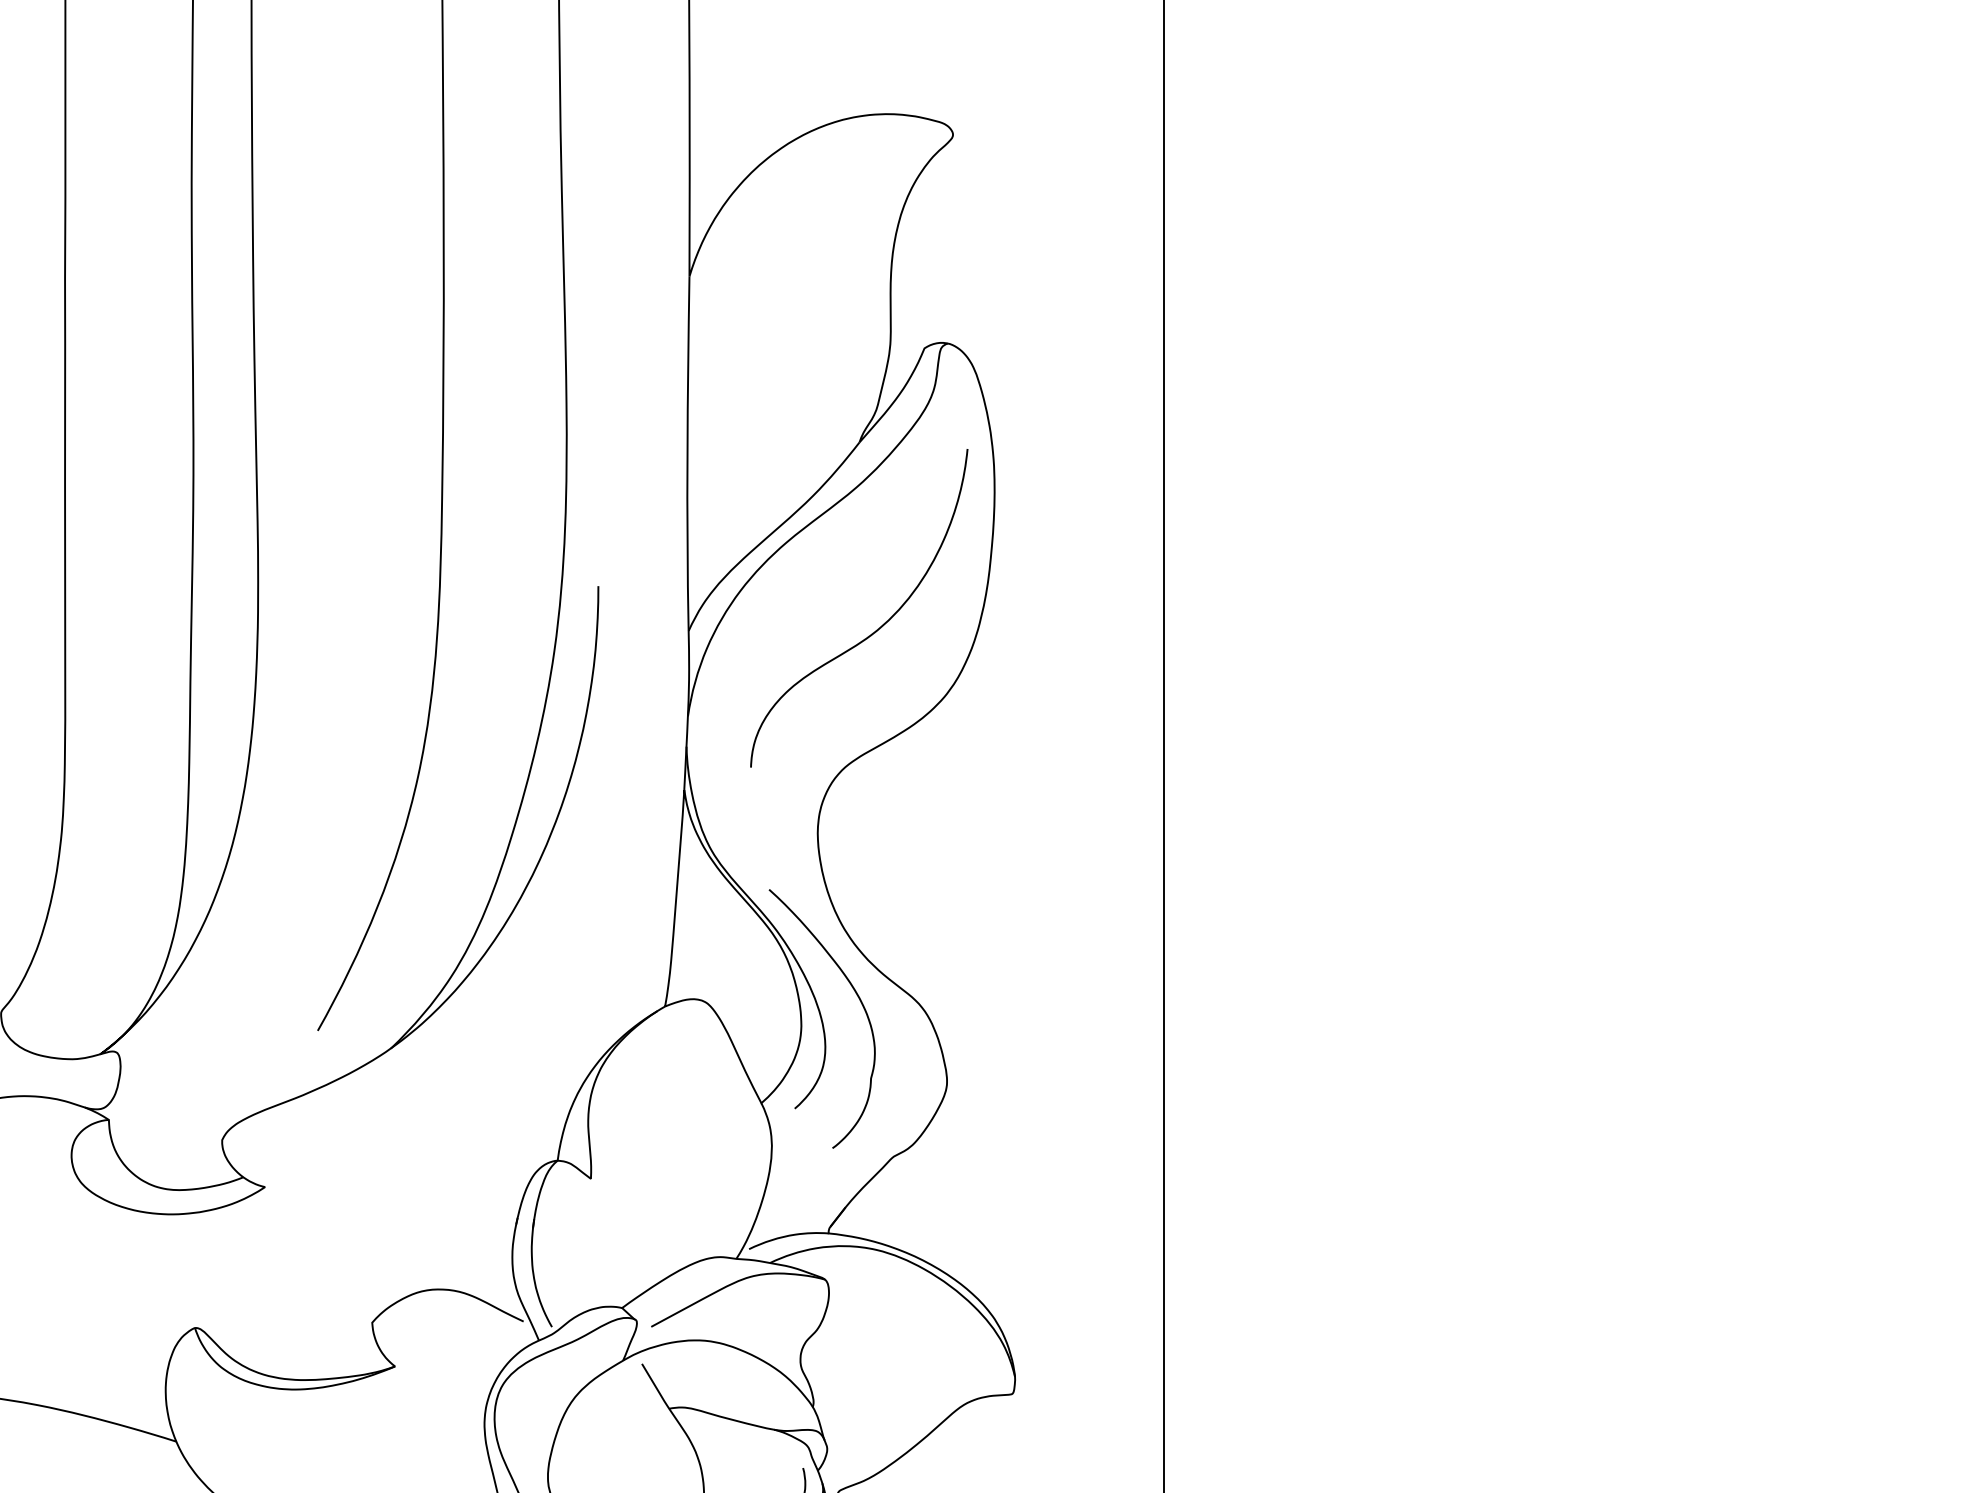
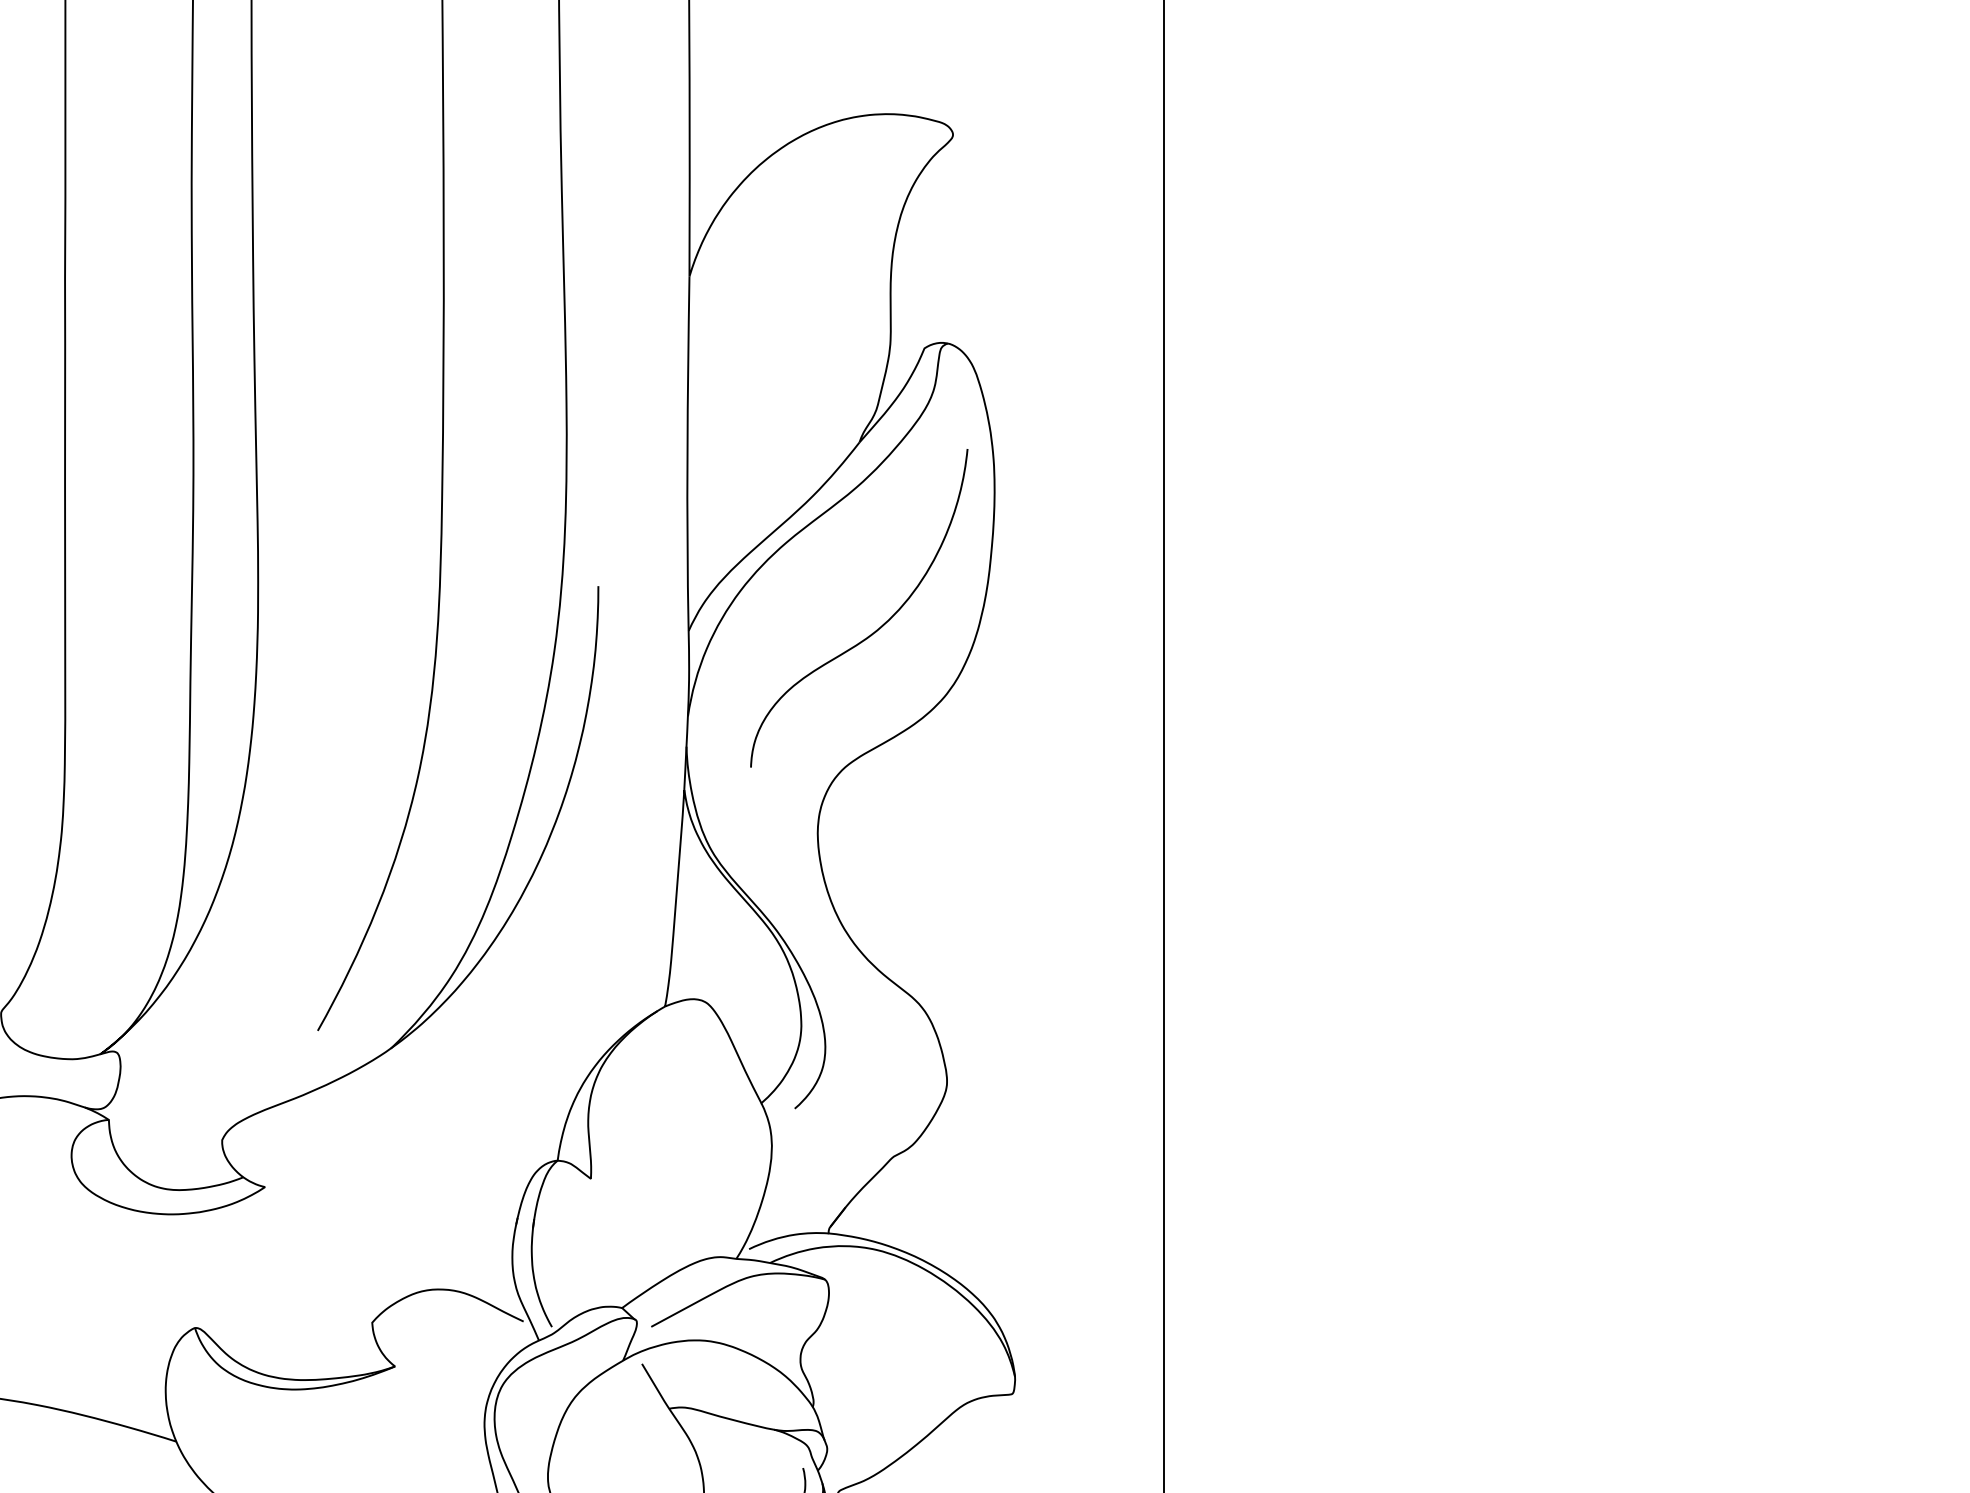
curve at (856, 995): present -> none
